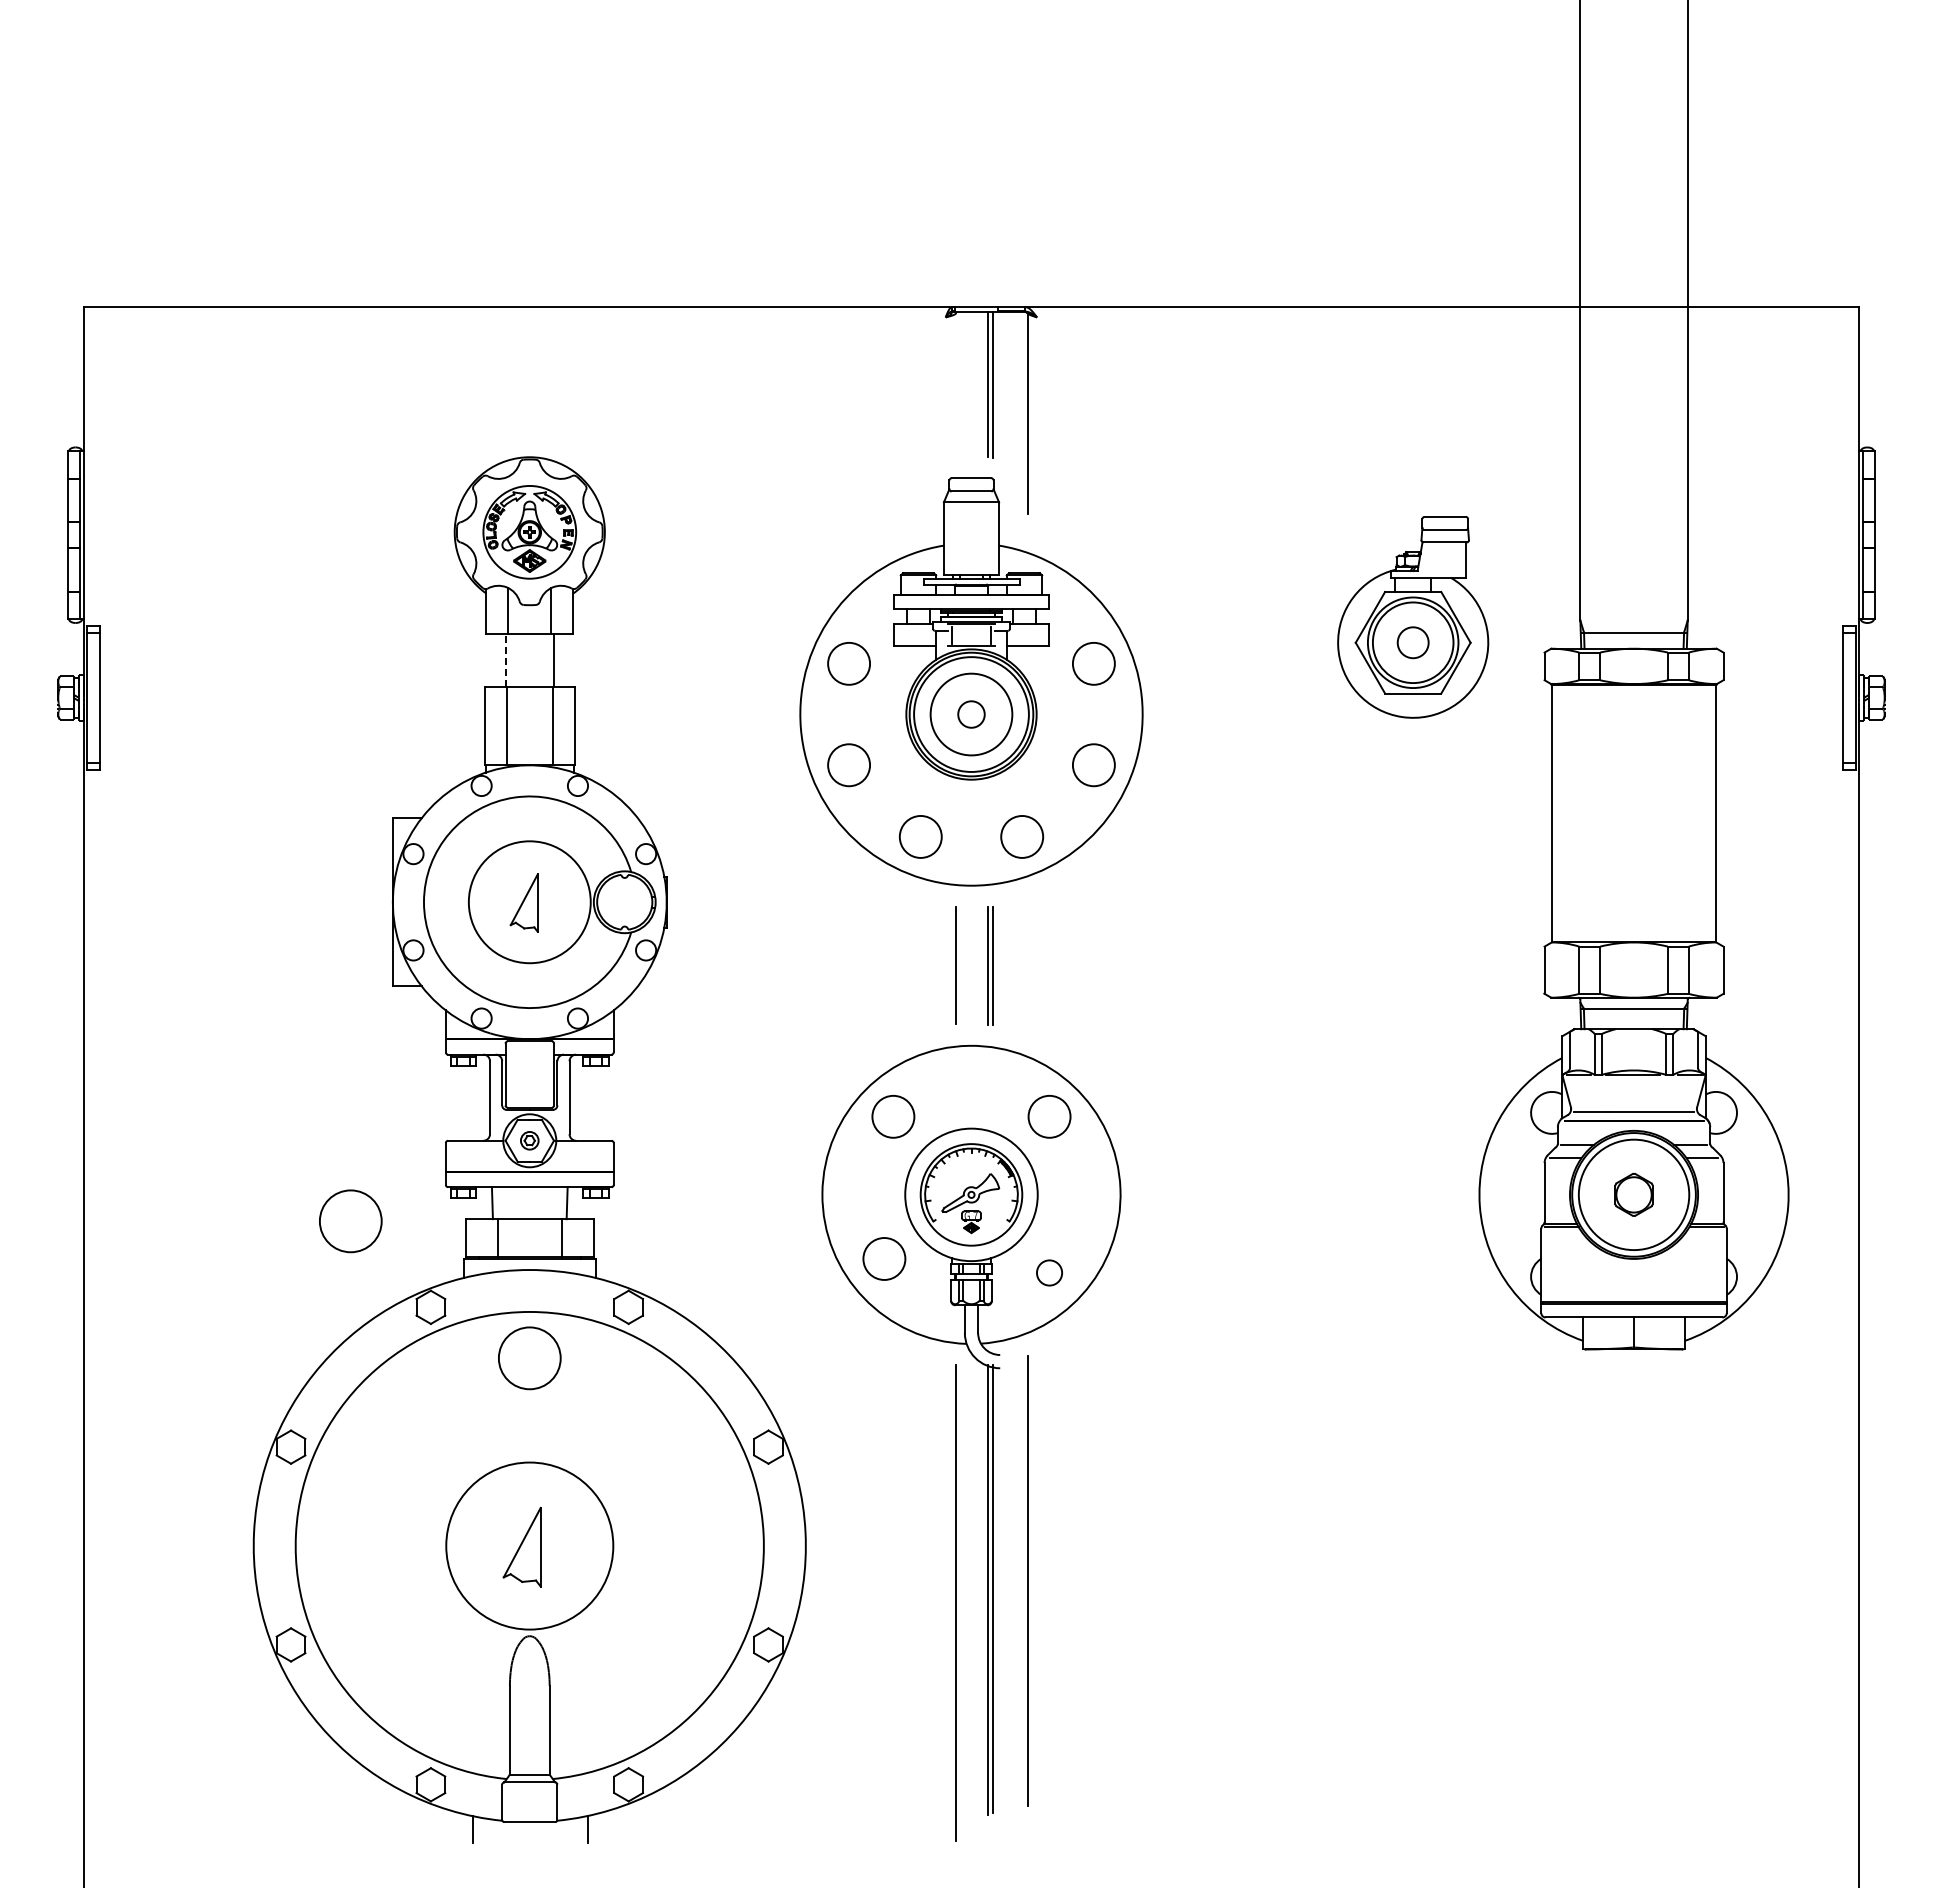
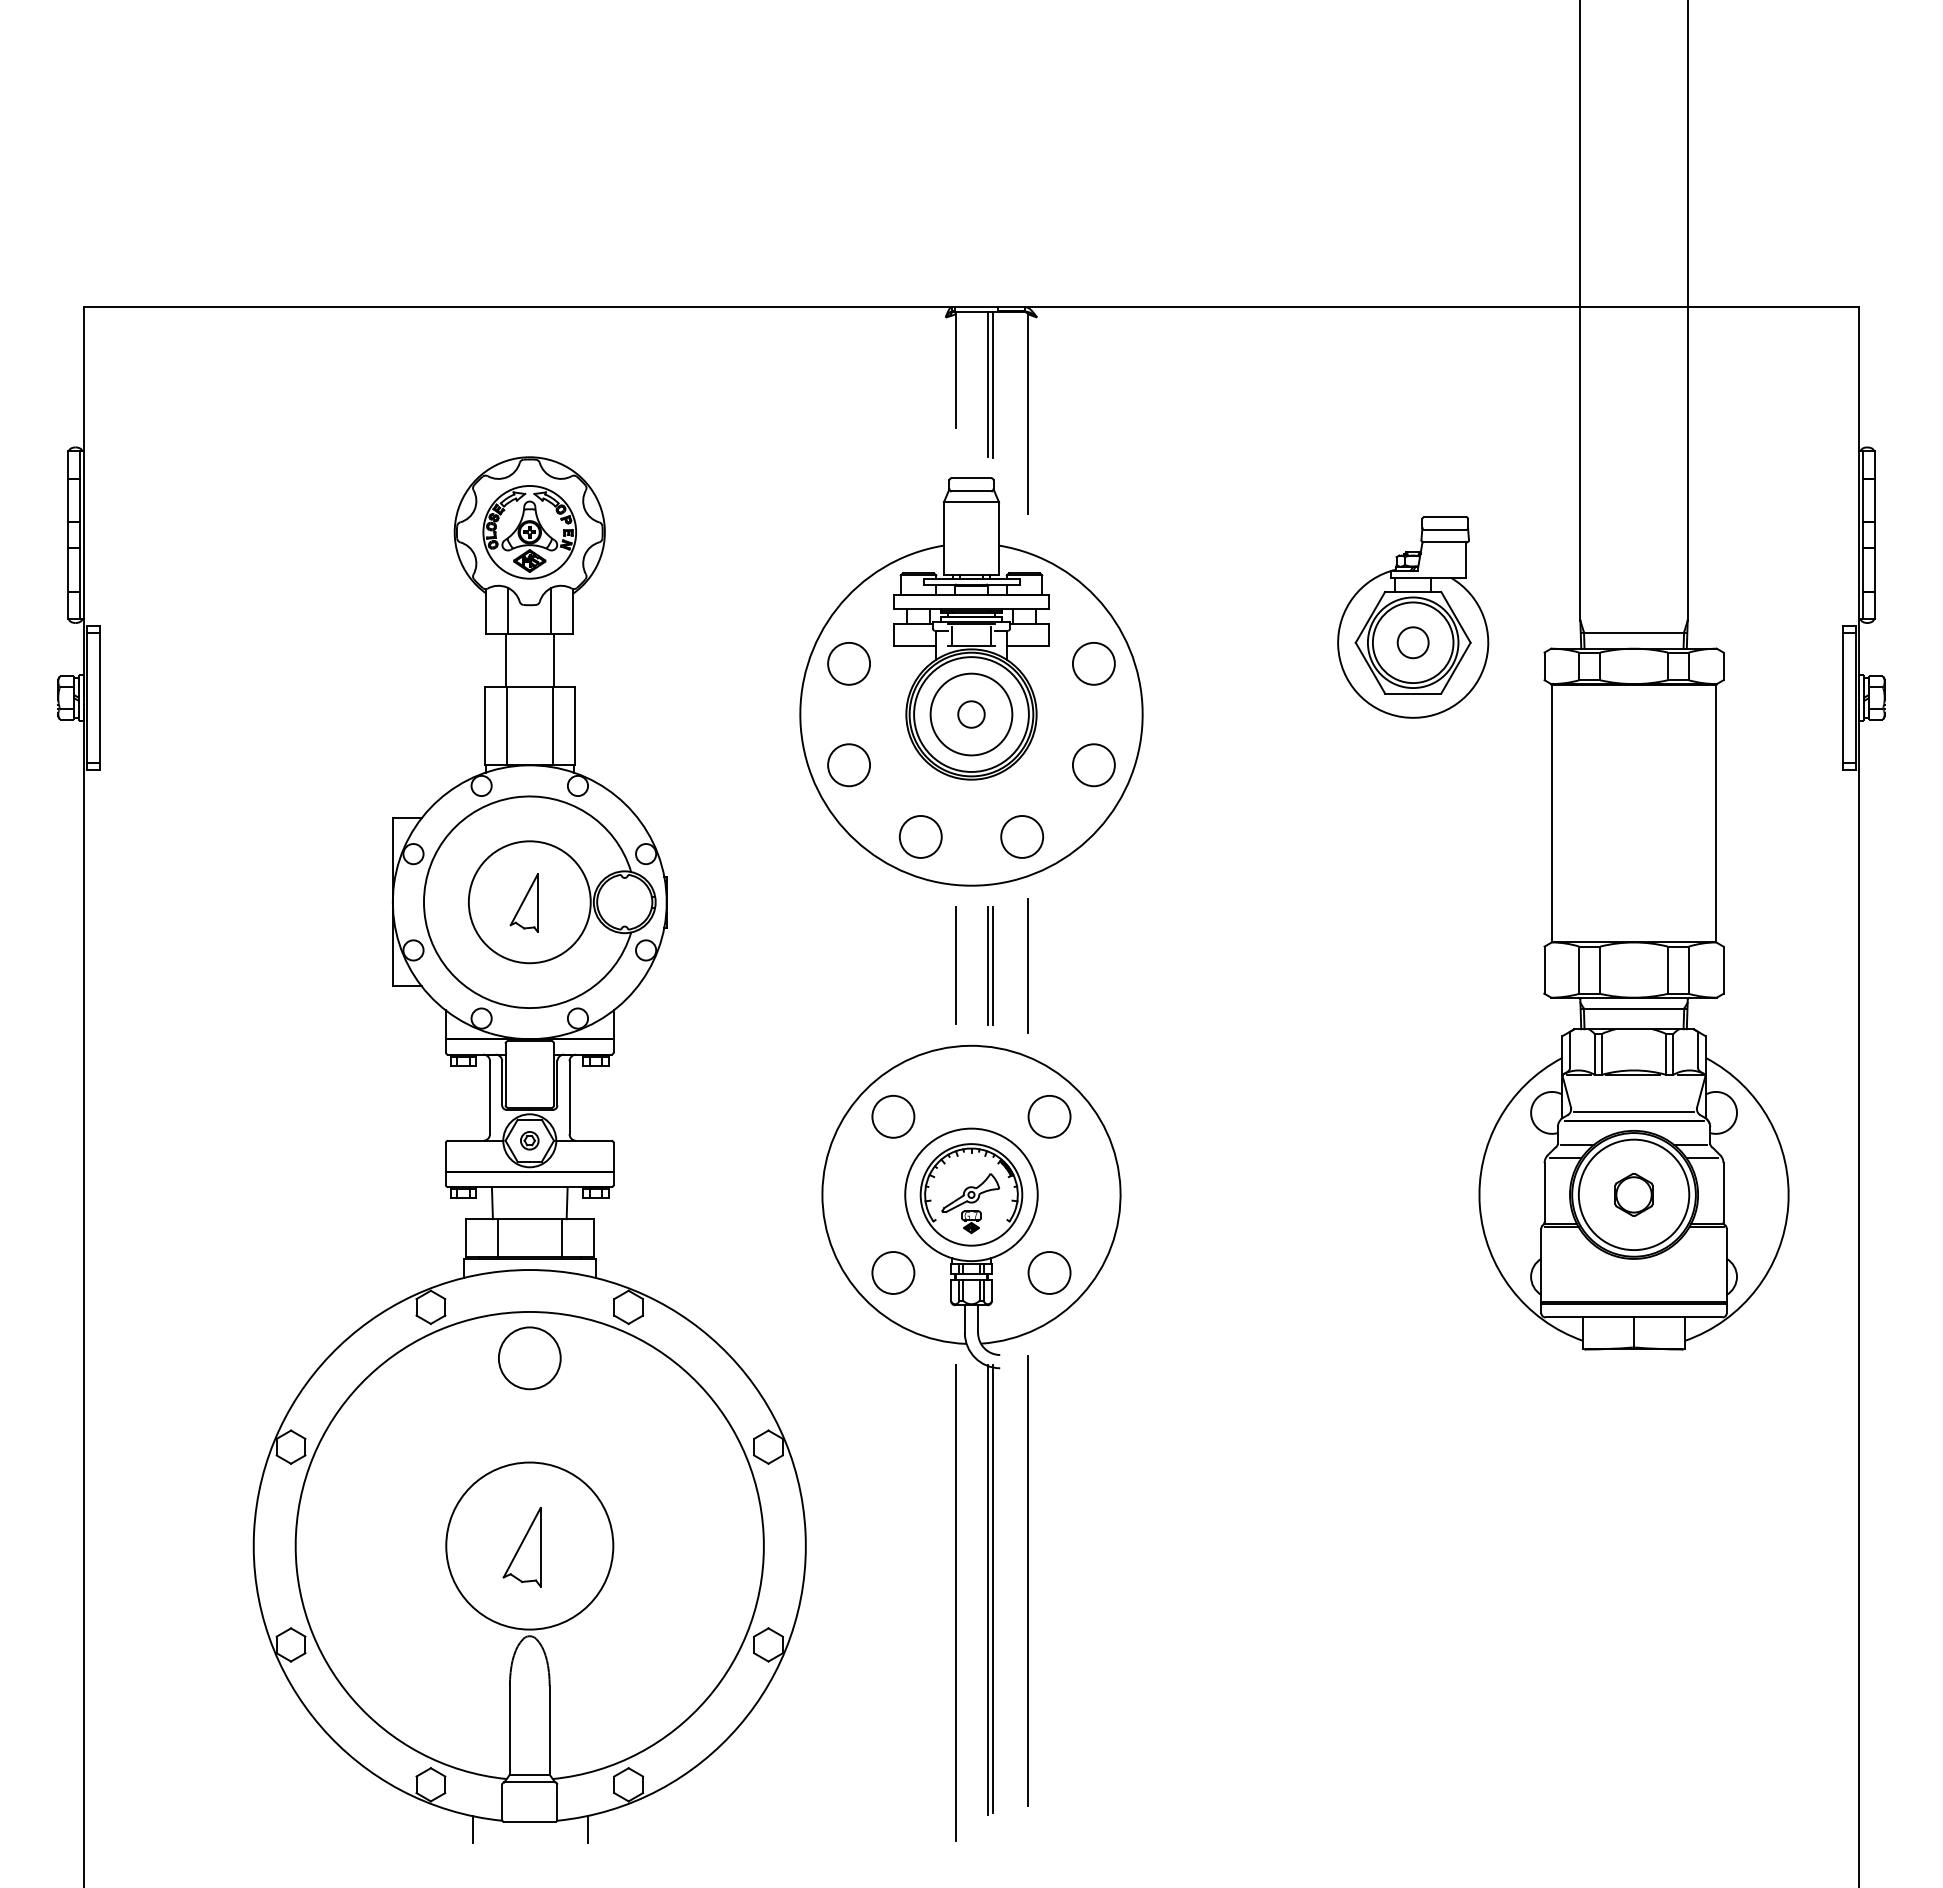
line at (956, 370): none -> present
line at (506, 660): dashed -> solid
line at (1027, 965): none -> present
circle at (350, 1221): present -> none
circle at (884, 1258) position: (884, 1258) -> (893, 1272)
circle at (1049, 1272) diameter: 25 px -> 42 px
